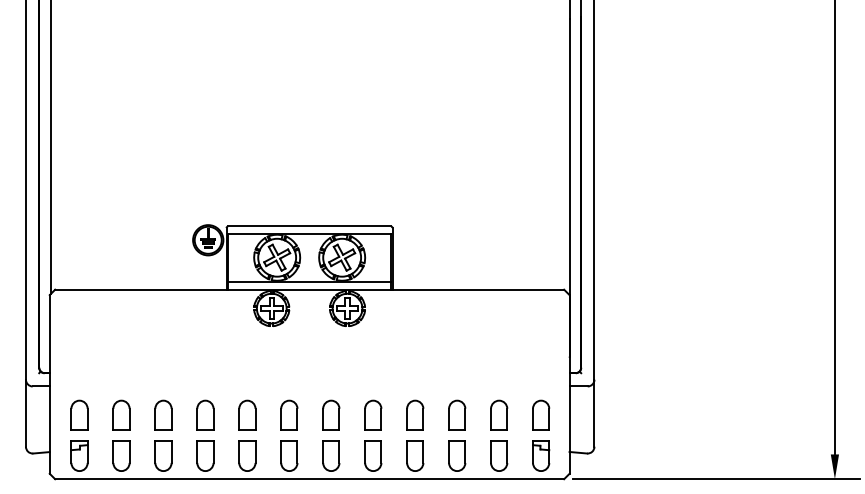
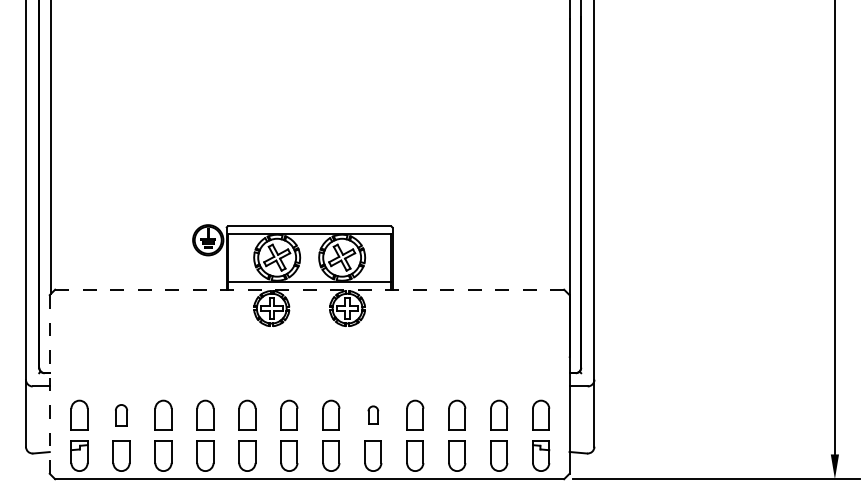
line at (309, 289): solid -> dashed
line at (49, 384): solid -> dashed
part at (121, 414) size: 19x32 px -> 13x23 px
part at (373, 414) size: 19x32 px -> 13x20 px
